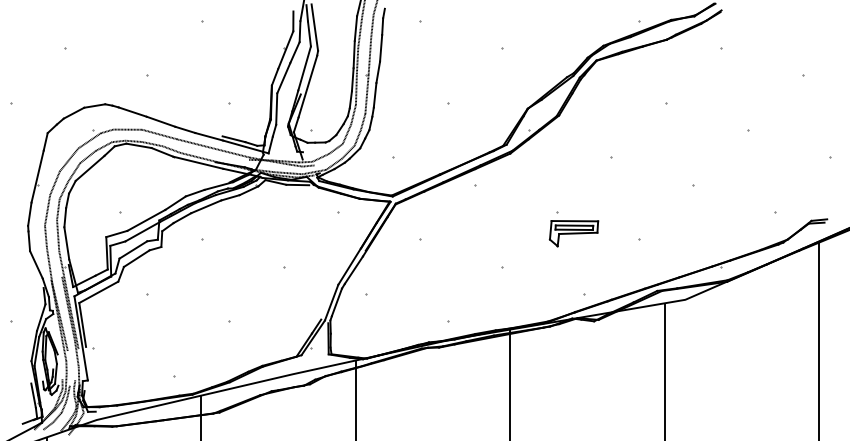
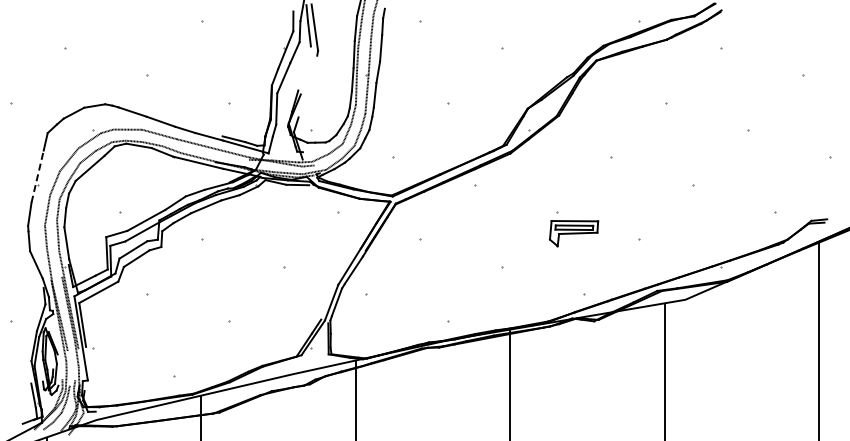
line at (304, 68): present -> none
line at (307, 86): present -> none
line at (37, 176): solid -> dashed
